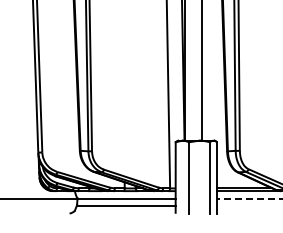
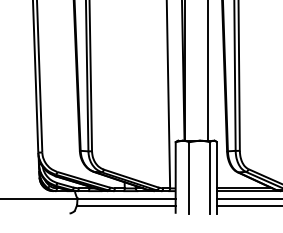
line at (201, 71) position: (201, 71) -> (207, 71)
line at (249, 198): dashed -> solid
line at (248, 205): none -> present
